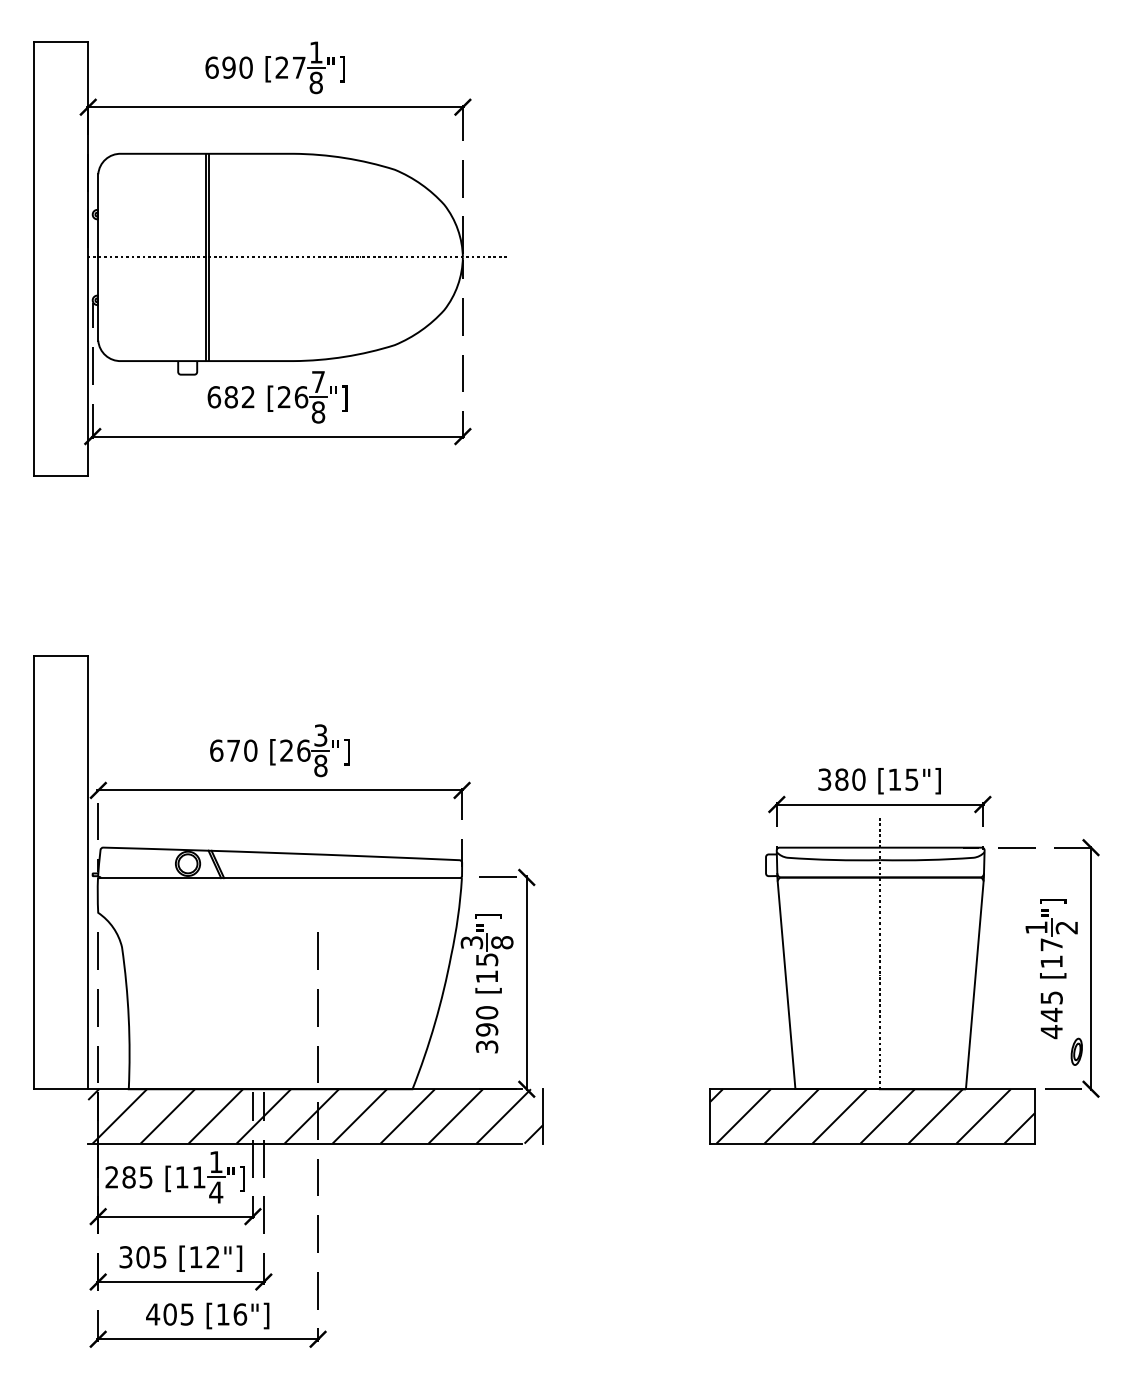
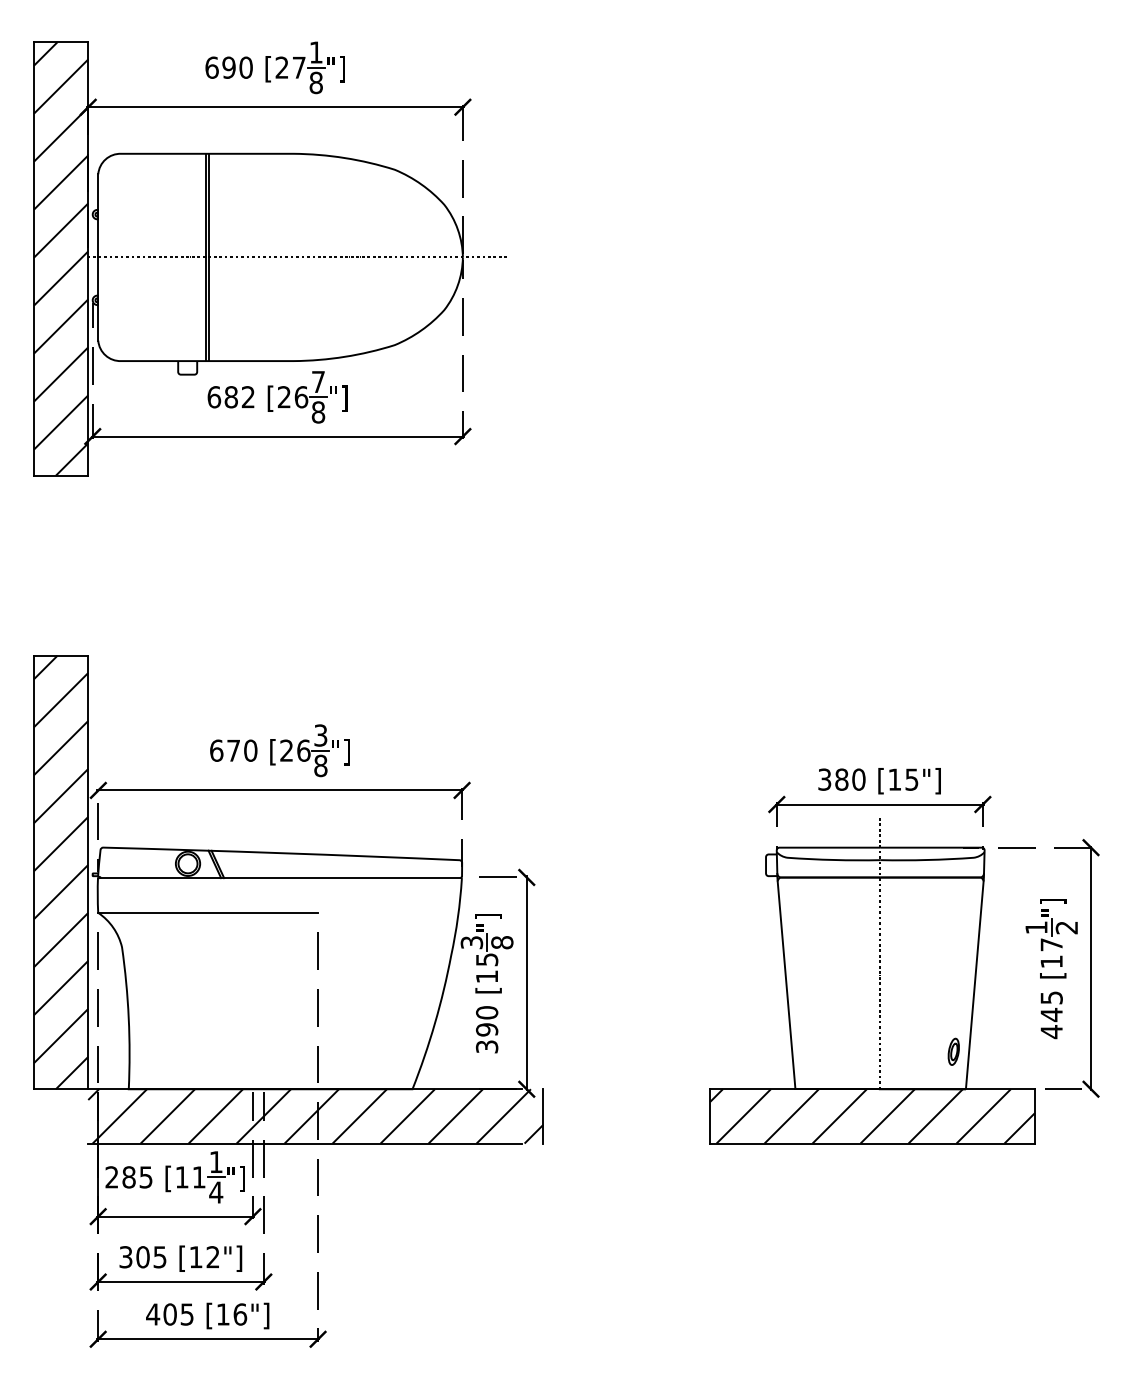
hatch at (60, 258): none -> present
hatch at (60, 872): none -> present
line at (208, 912): none -> present
part at (1076, 1051) position: (1076, 1051) -> (953, 1051)
